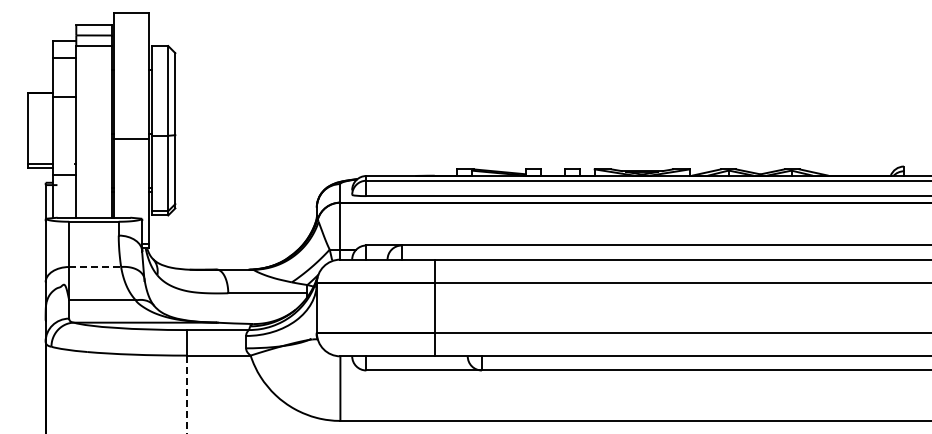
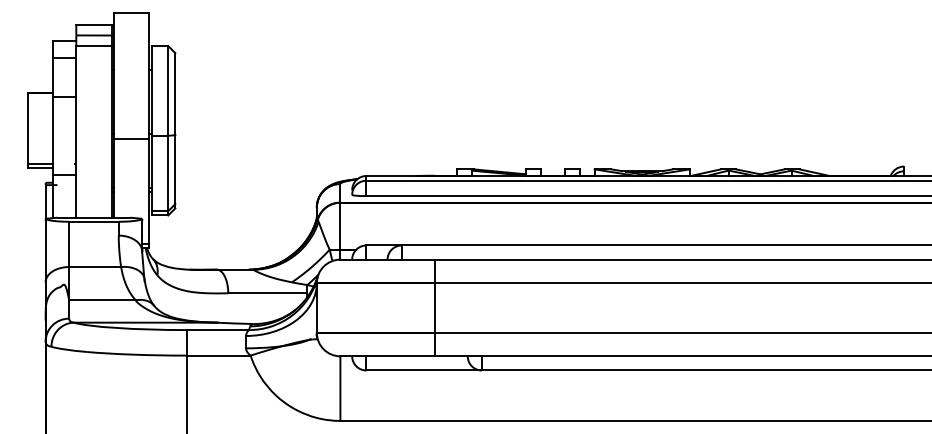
line at (95, 267): dashed -> solid
line at (187, 394): dashed -> solid
